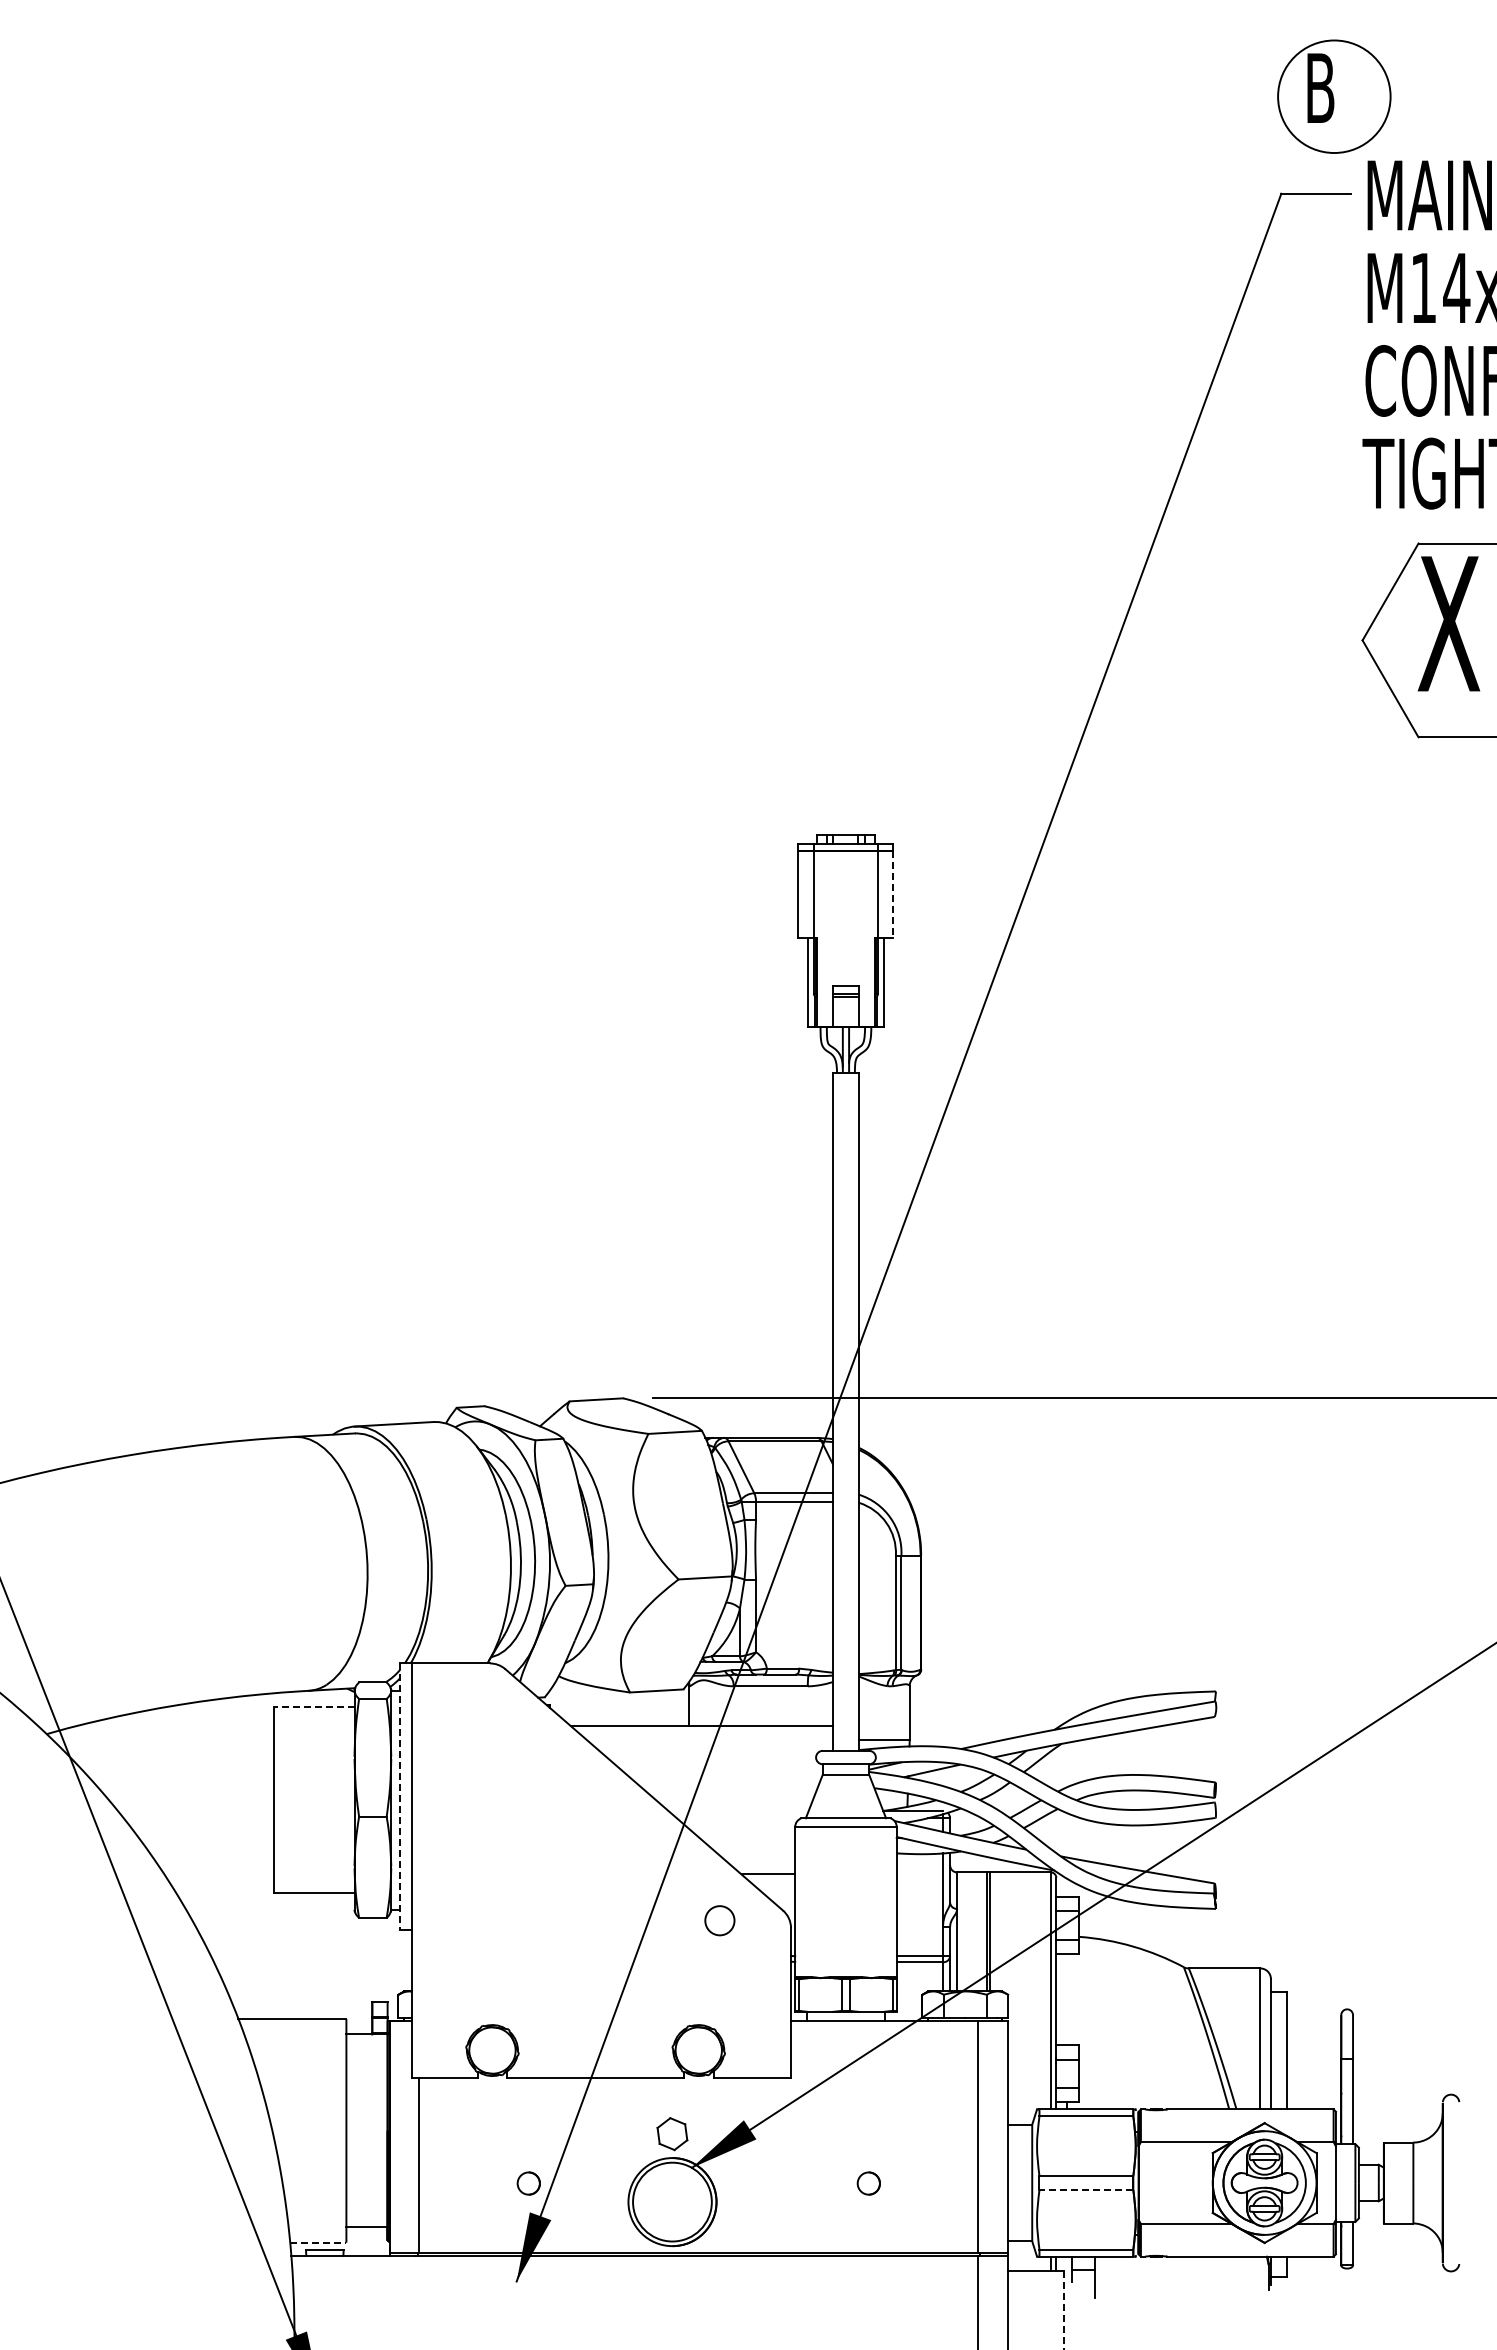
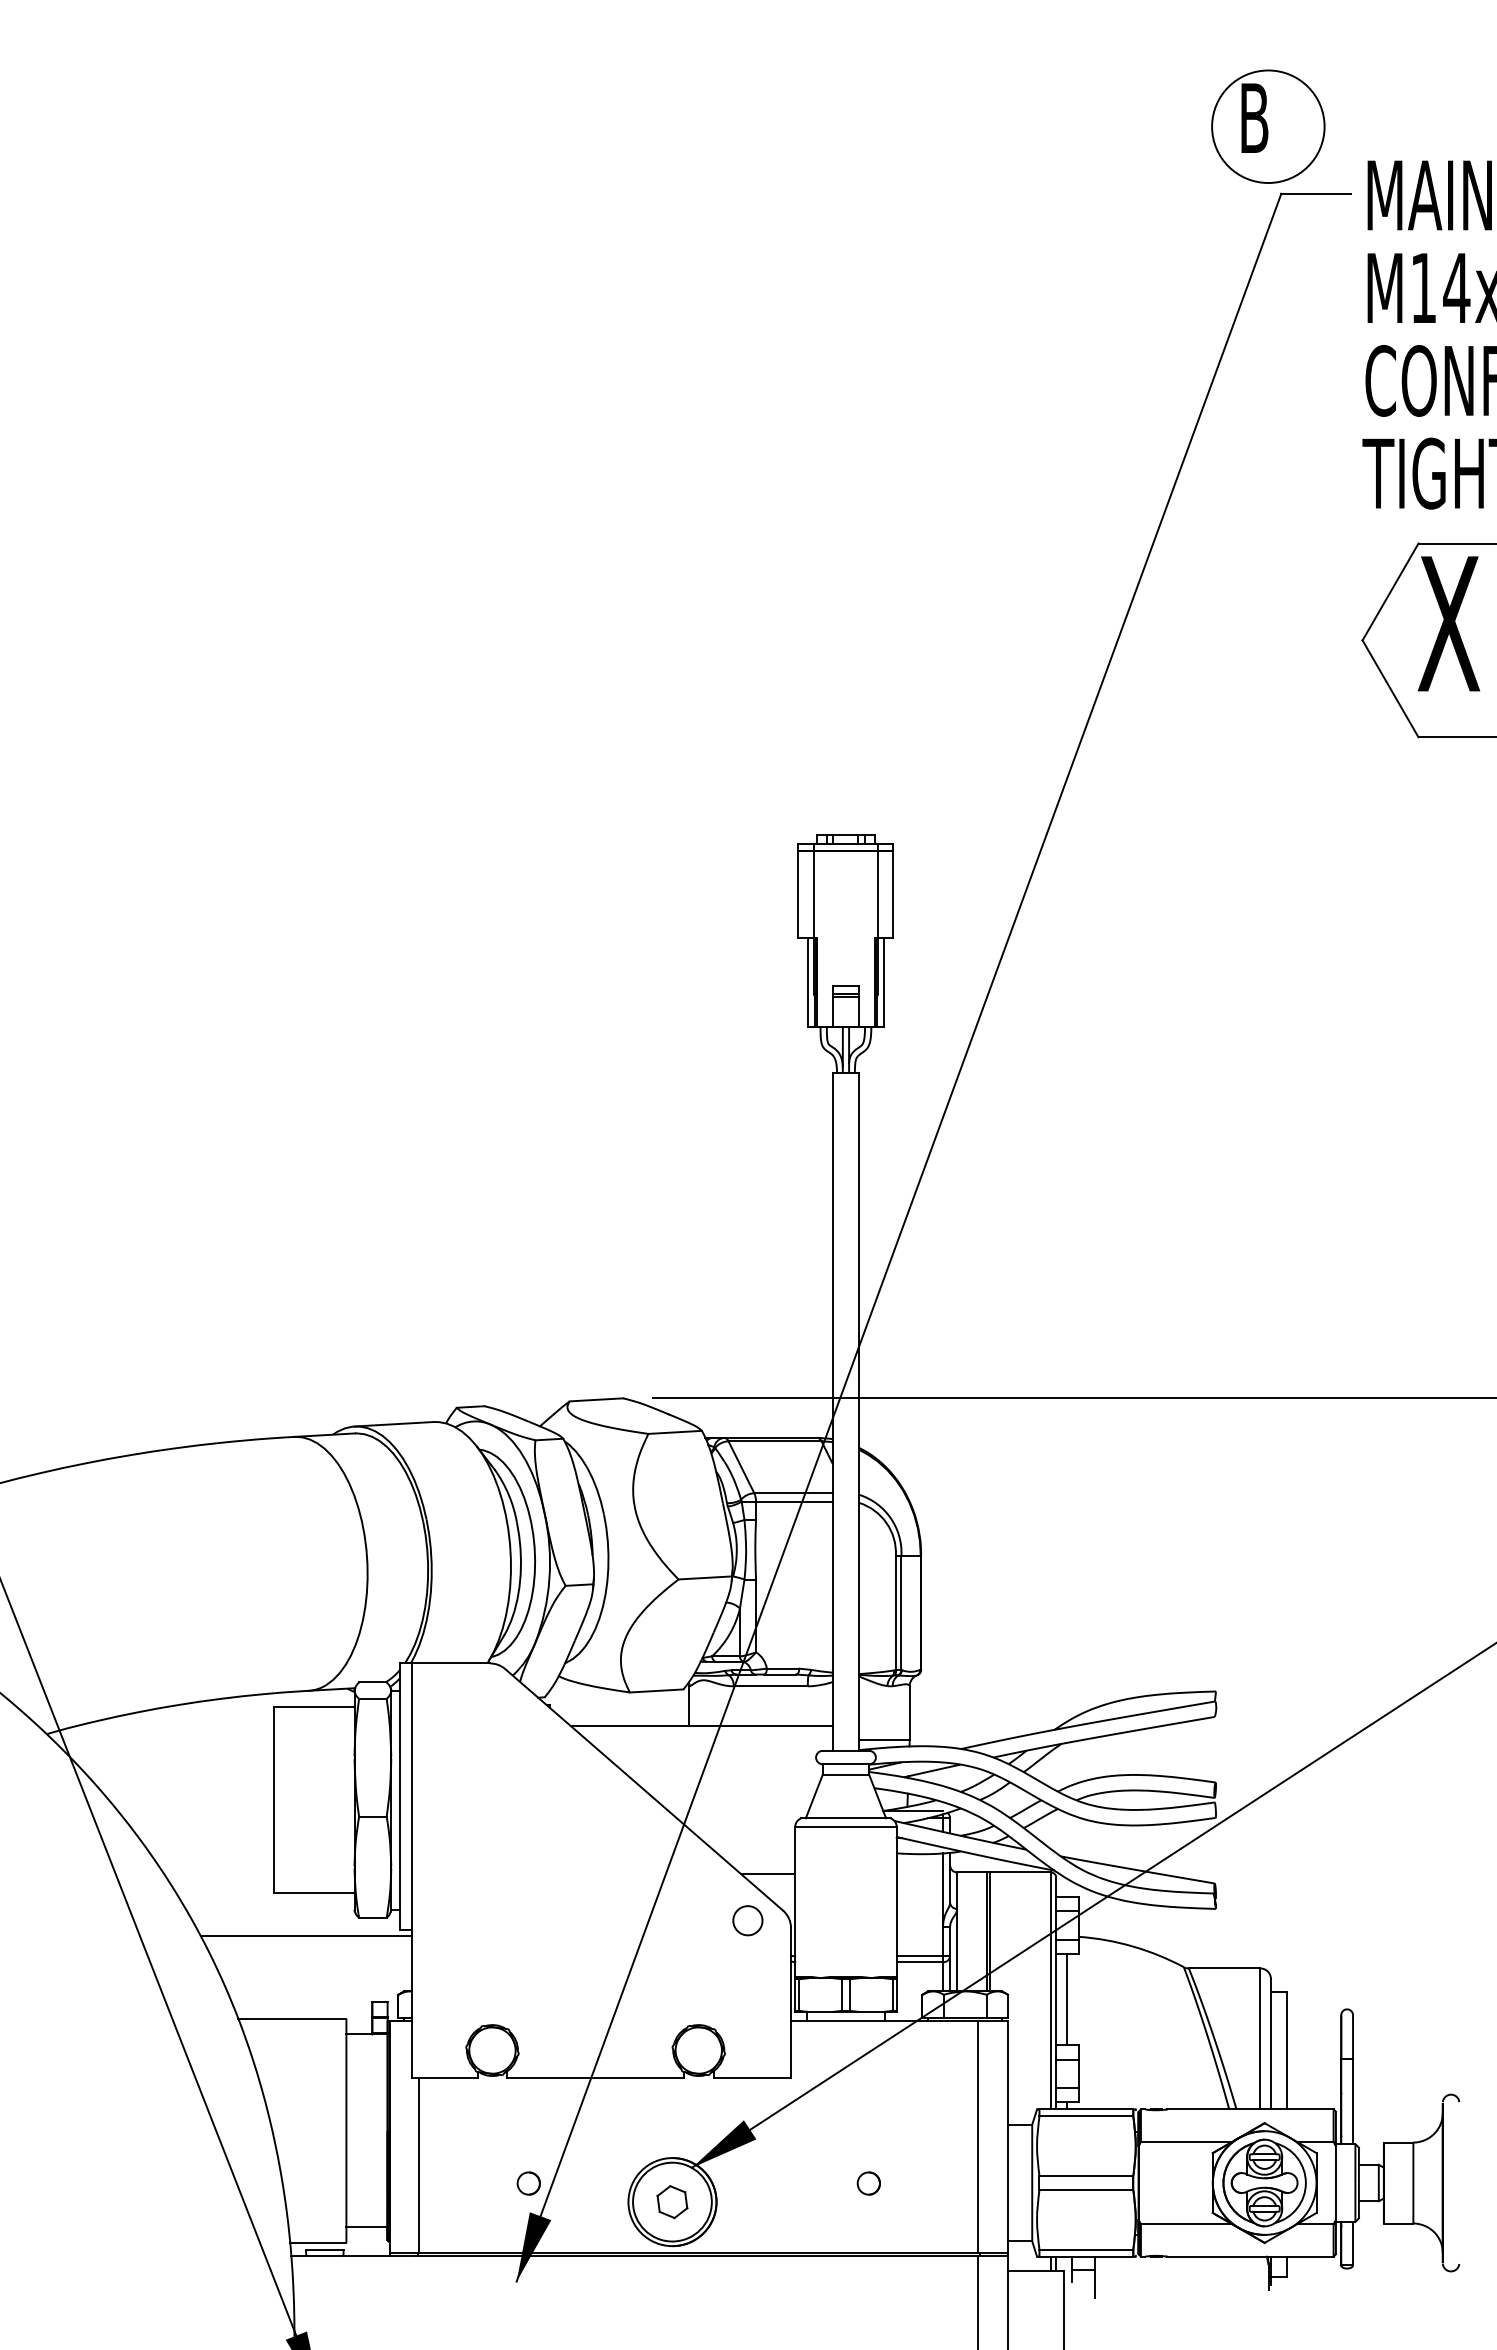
part at (1334, 96) position: (1334, 96) -> (1268, 126)
line at (893, 894): dashed -> solid
line at (314, 1707): dashed -> solid
line at (400, 1797): dashed -> solid
circle at (719, 1920) position: (719, 1920) -> (747, 1920)
line at (305, 1936): none -> present
line at (1066, 1999): none -> present
part at (672, 2134) position: (672, 2134) -> (672, 2202)
line at (1086, 2189): dashed -> solid
line at (318, 2242): dashed -> solid
line at (1063, 2311): dashed -> solid
